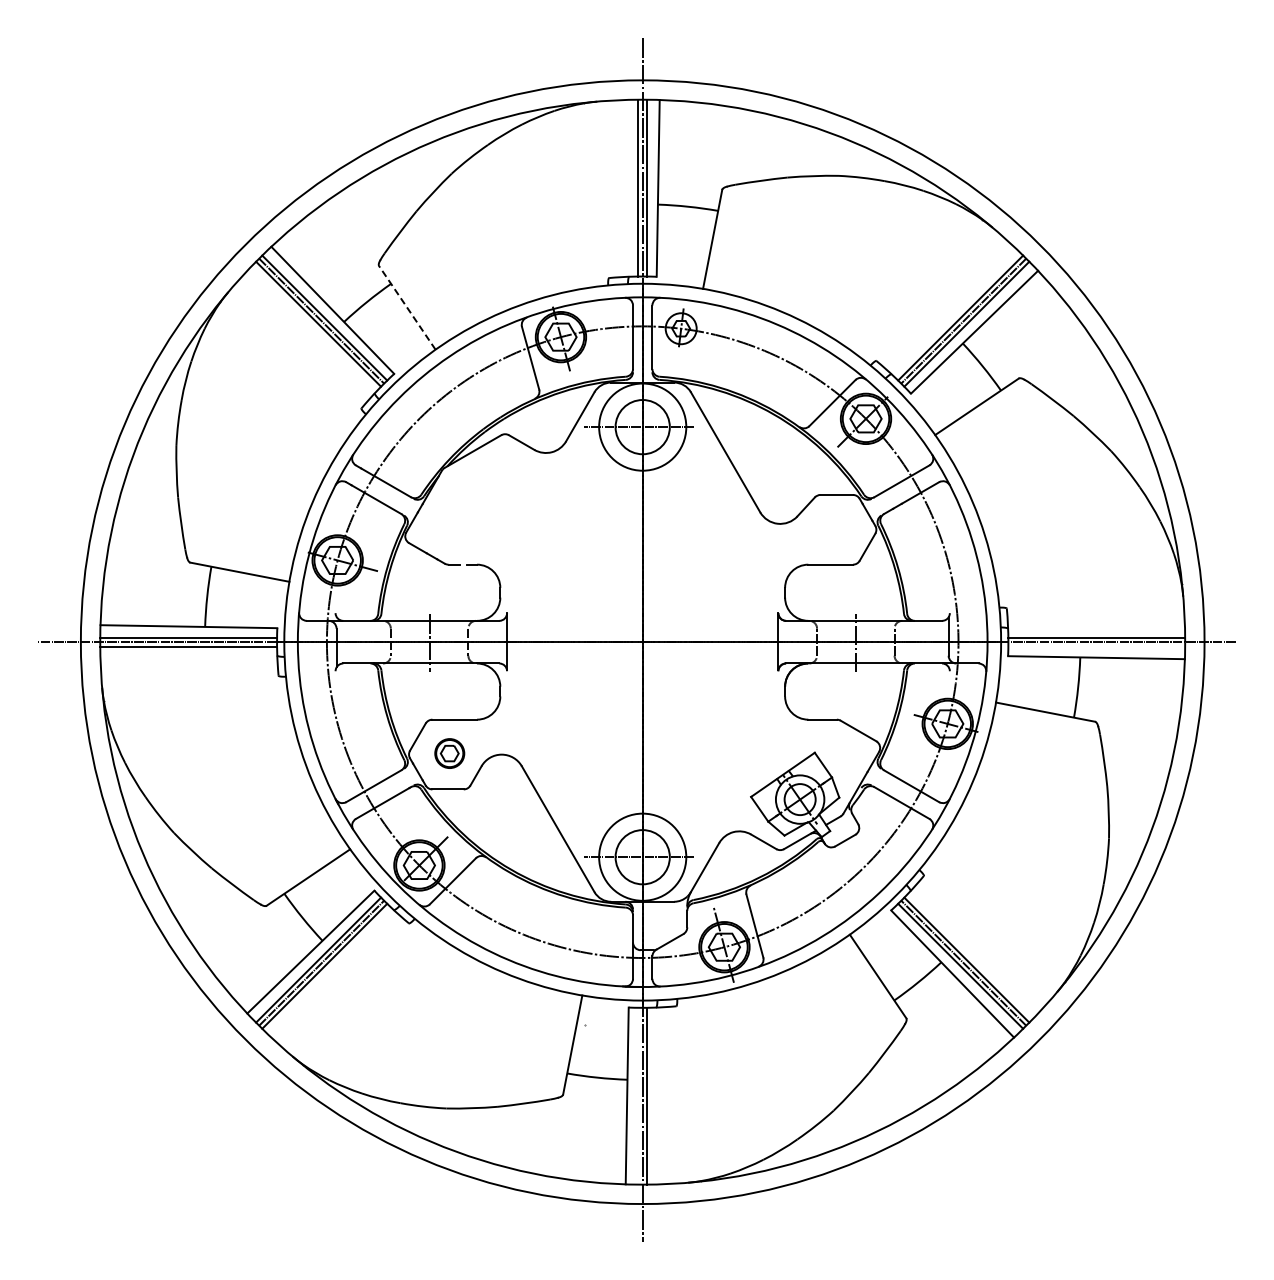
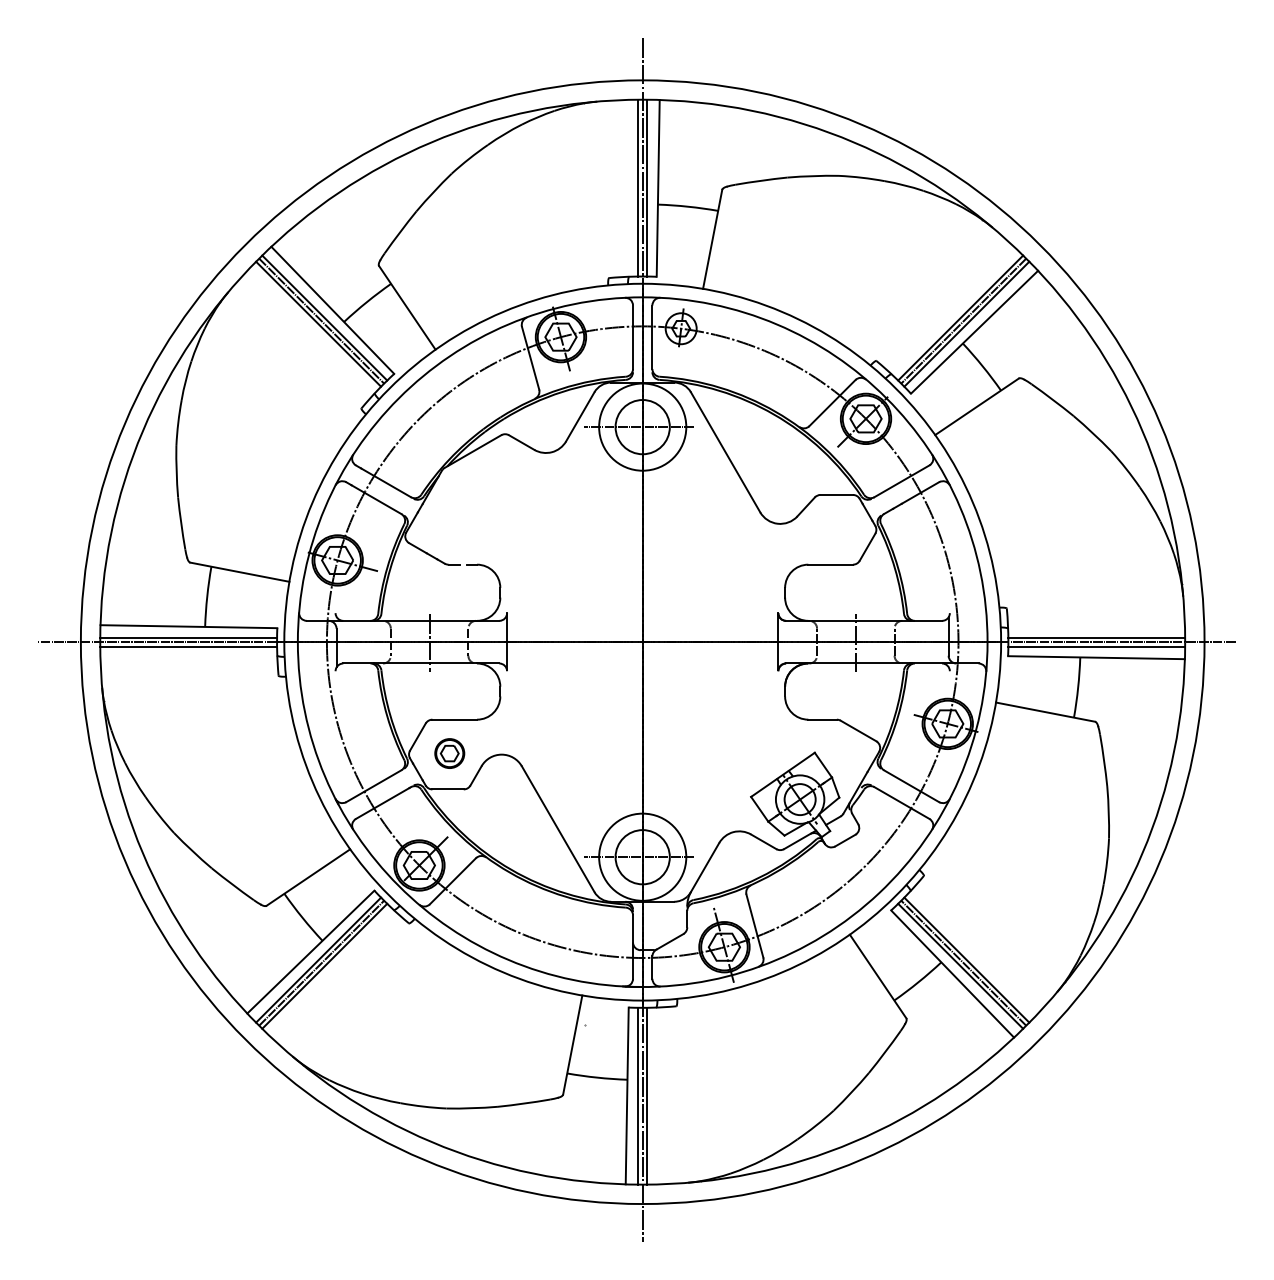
line at (407, 307): dashed -> solid
line at (1096, 646): none -> present
line at (638, 1095): none -> present
